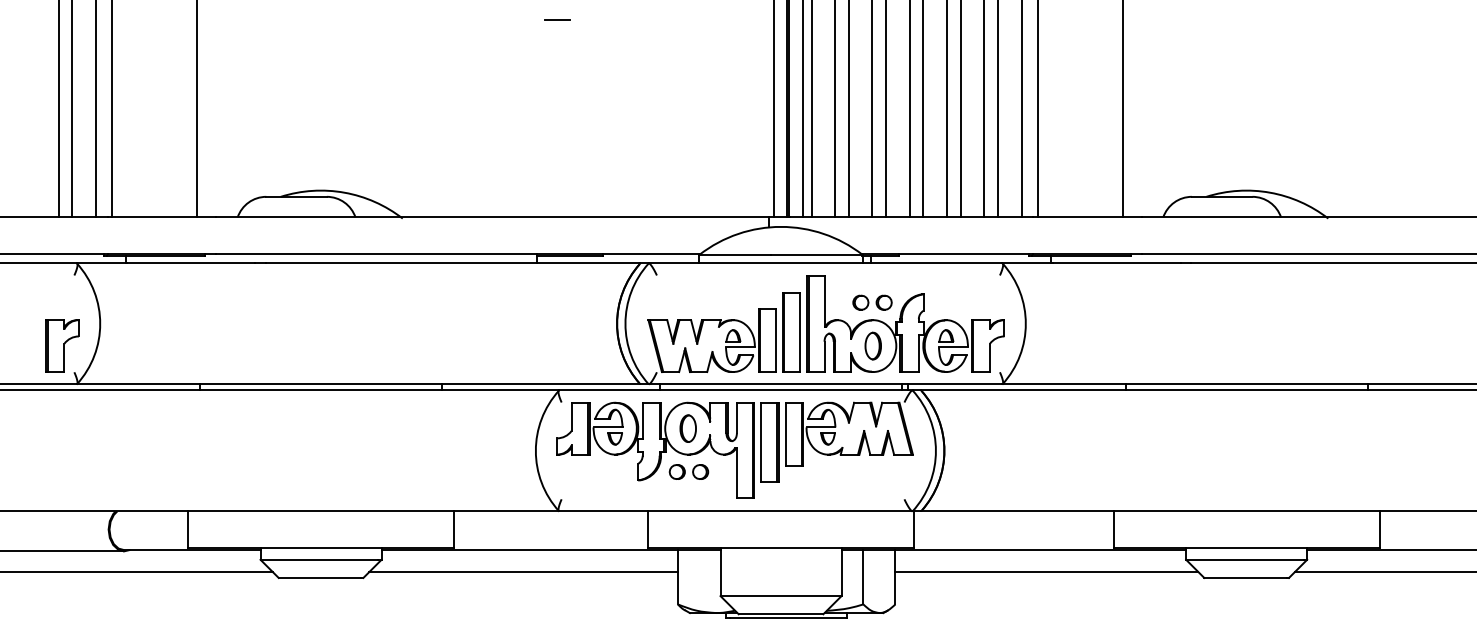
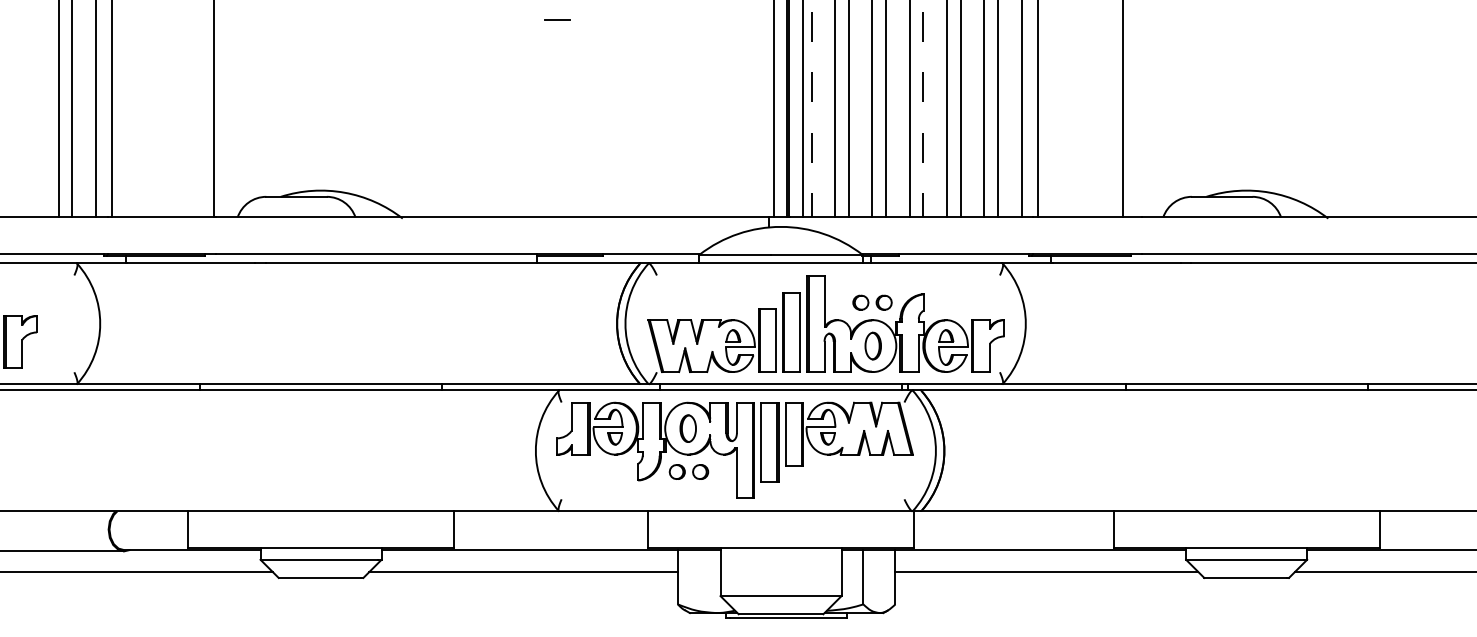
line at (196, 109) position: (196, 109) -> (213, 109)
line at (811, 109): solid -> dashed
line at (923, 109): solid -> dashed
part at (62, 345) position: (62, 345) -> (20, 341)
